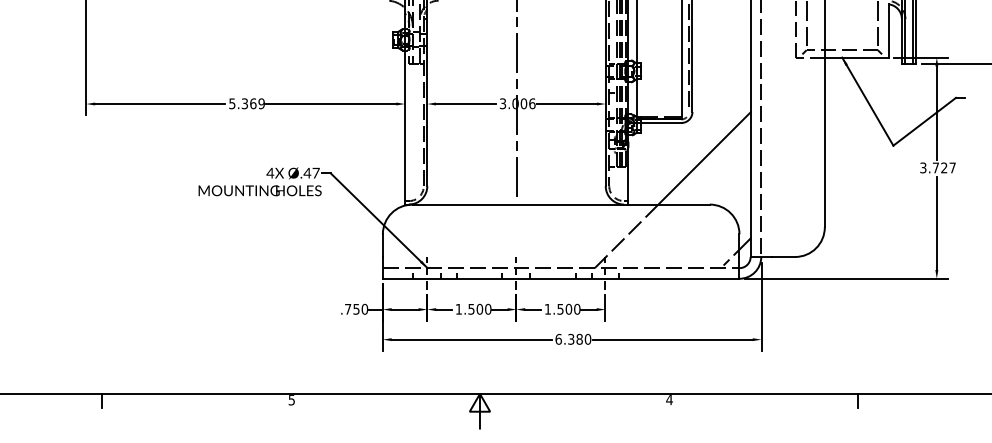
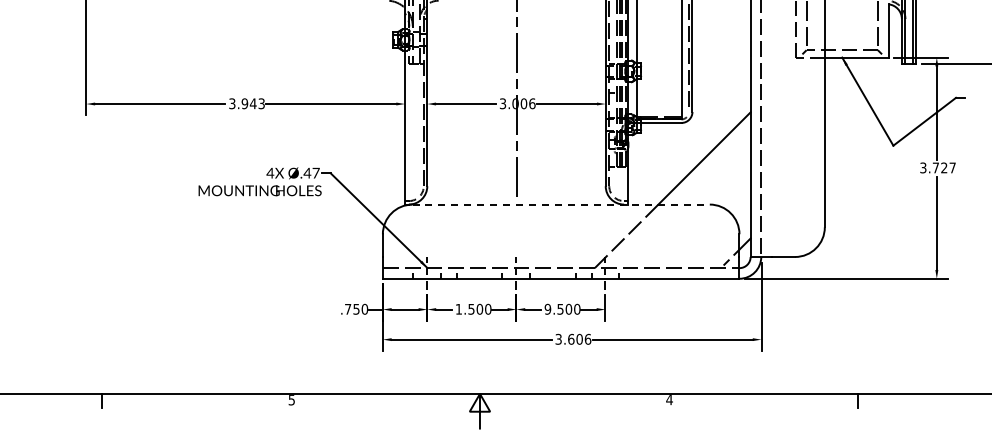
text at (246, 103): 5.369 -> 3.943
line at (561, 204): solid -> dashed
text at (547, 308): 1.500 -> 9.500
text at (573, 338): 6.380 -> 3.606
